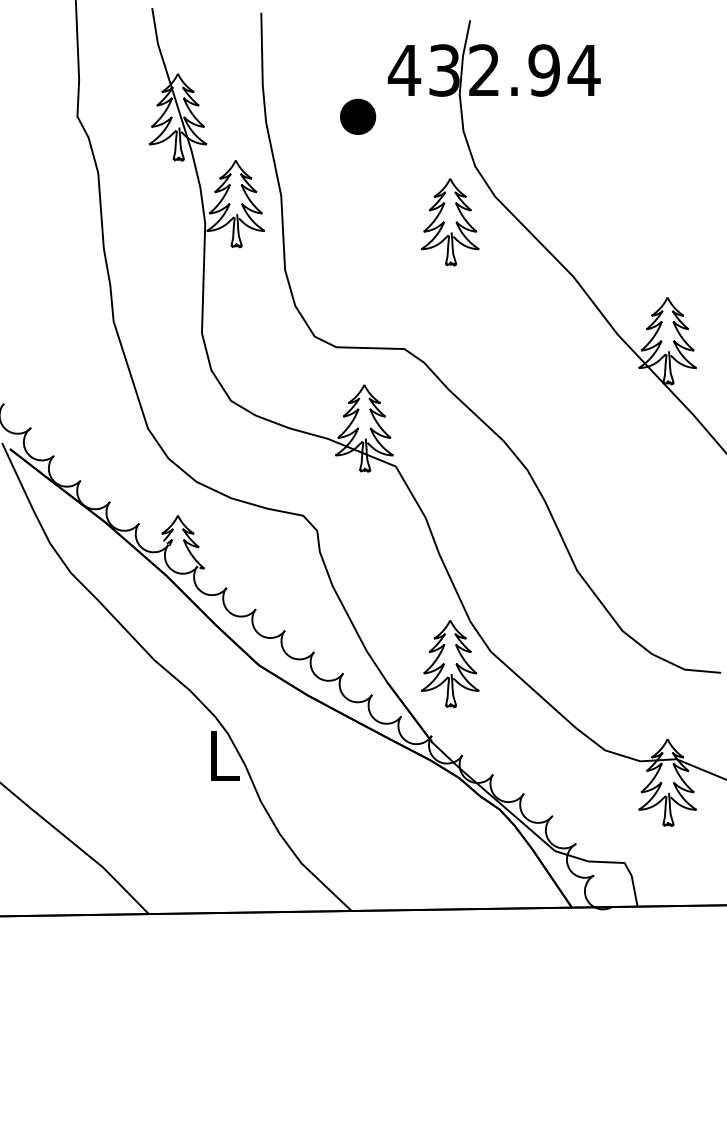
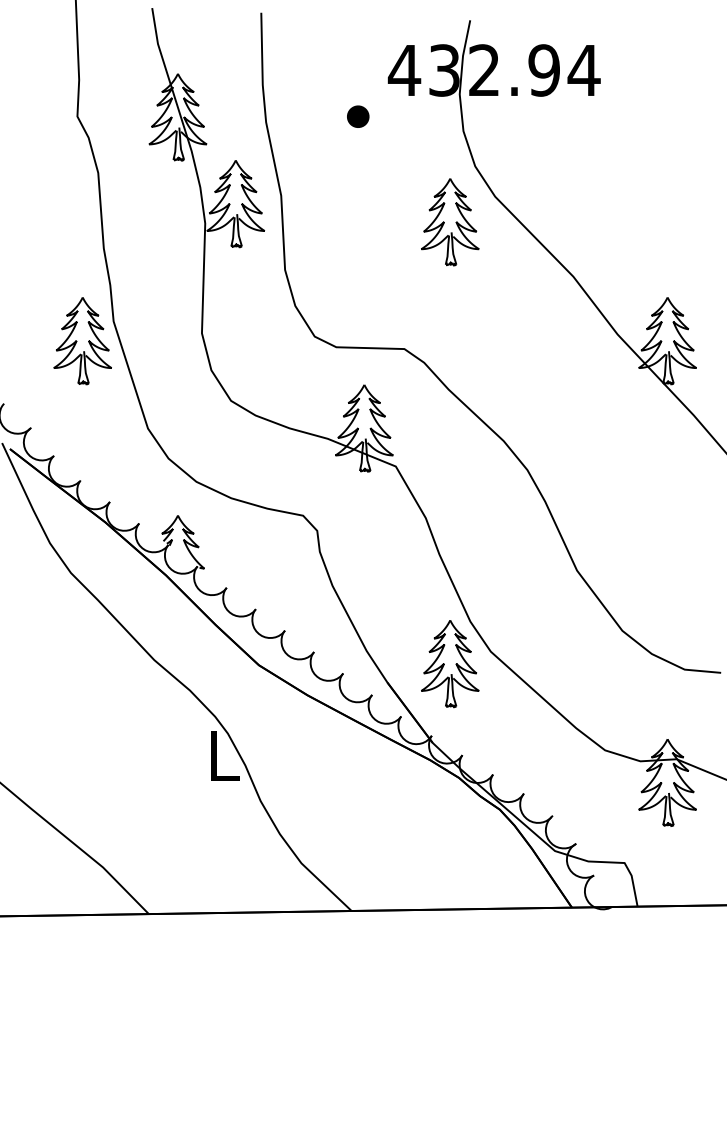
part at (358, 116) size: 37x37 px -> 23x23 px
part at (82, 341): none -> present
